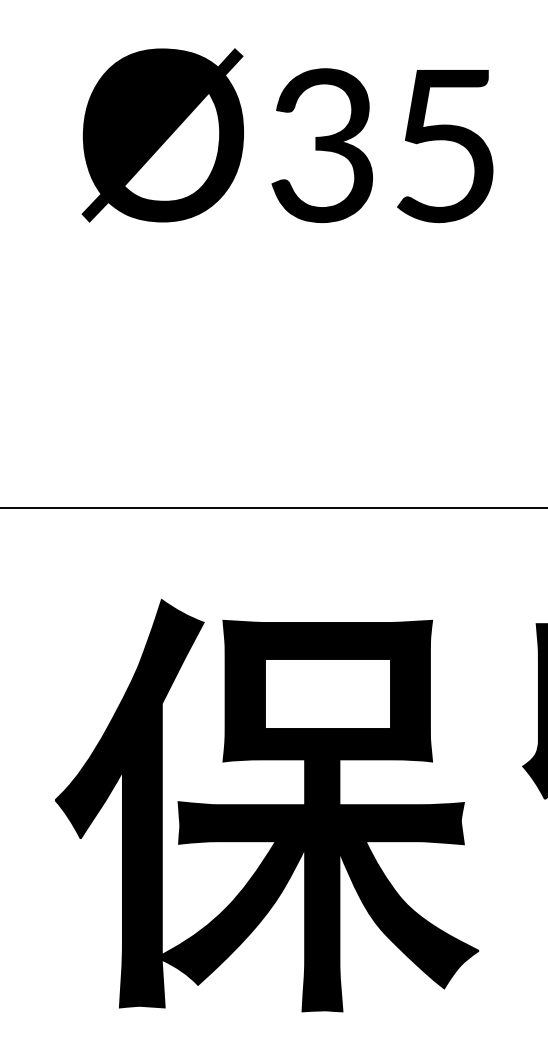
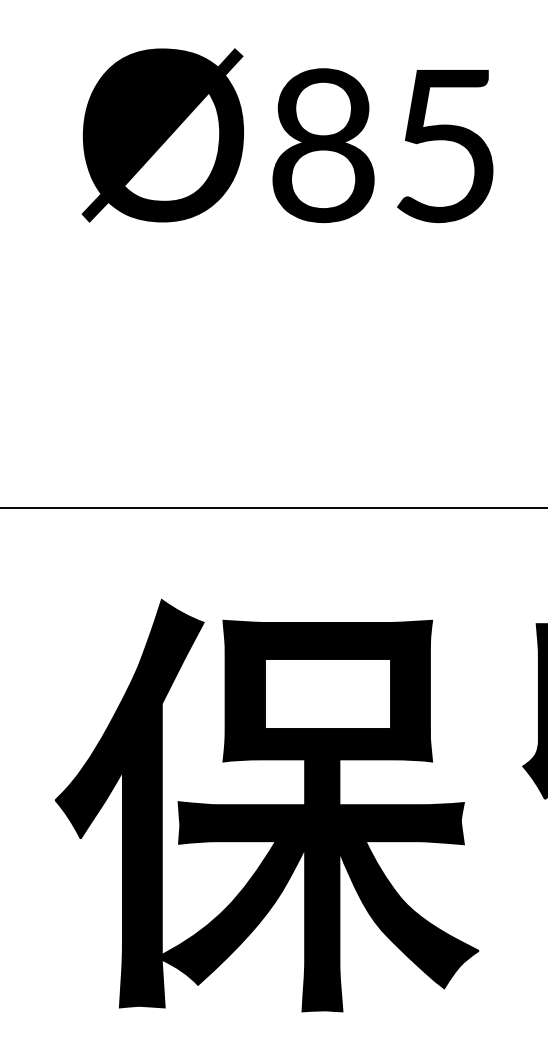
text at (322, 145): 35 -> 85
